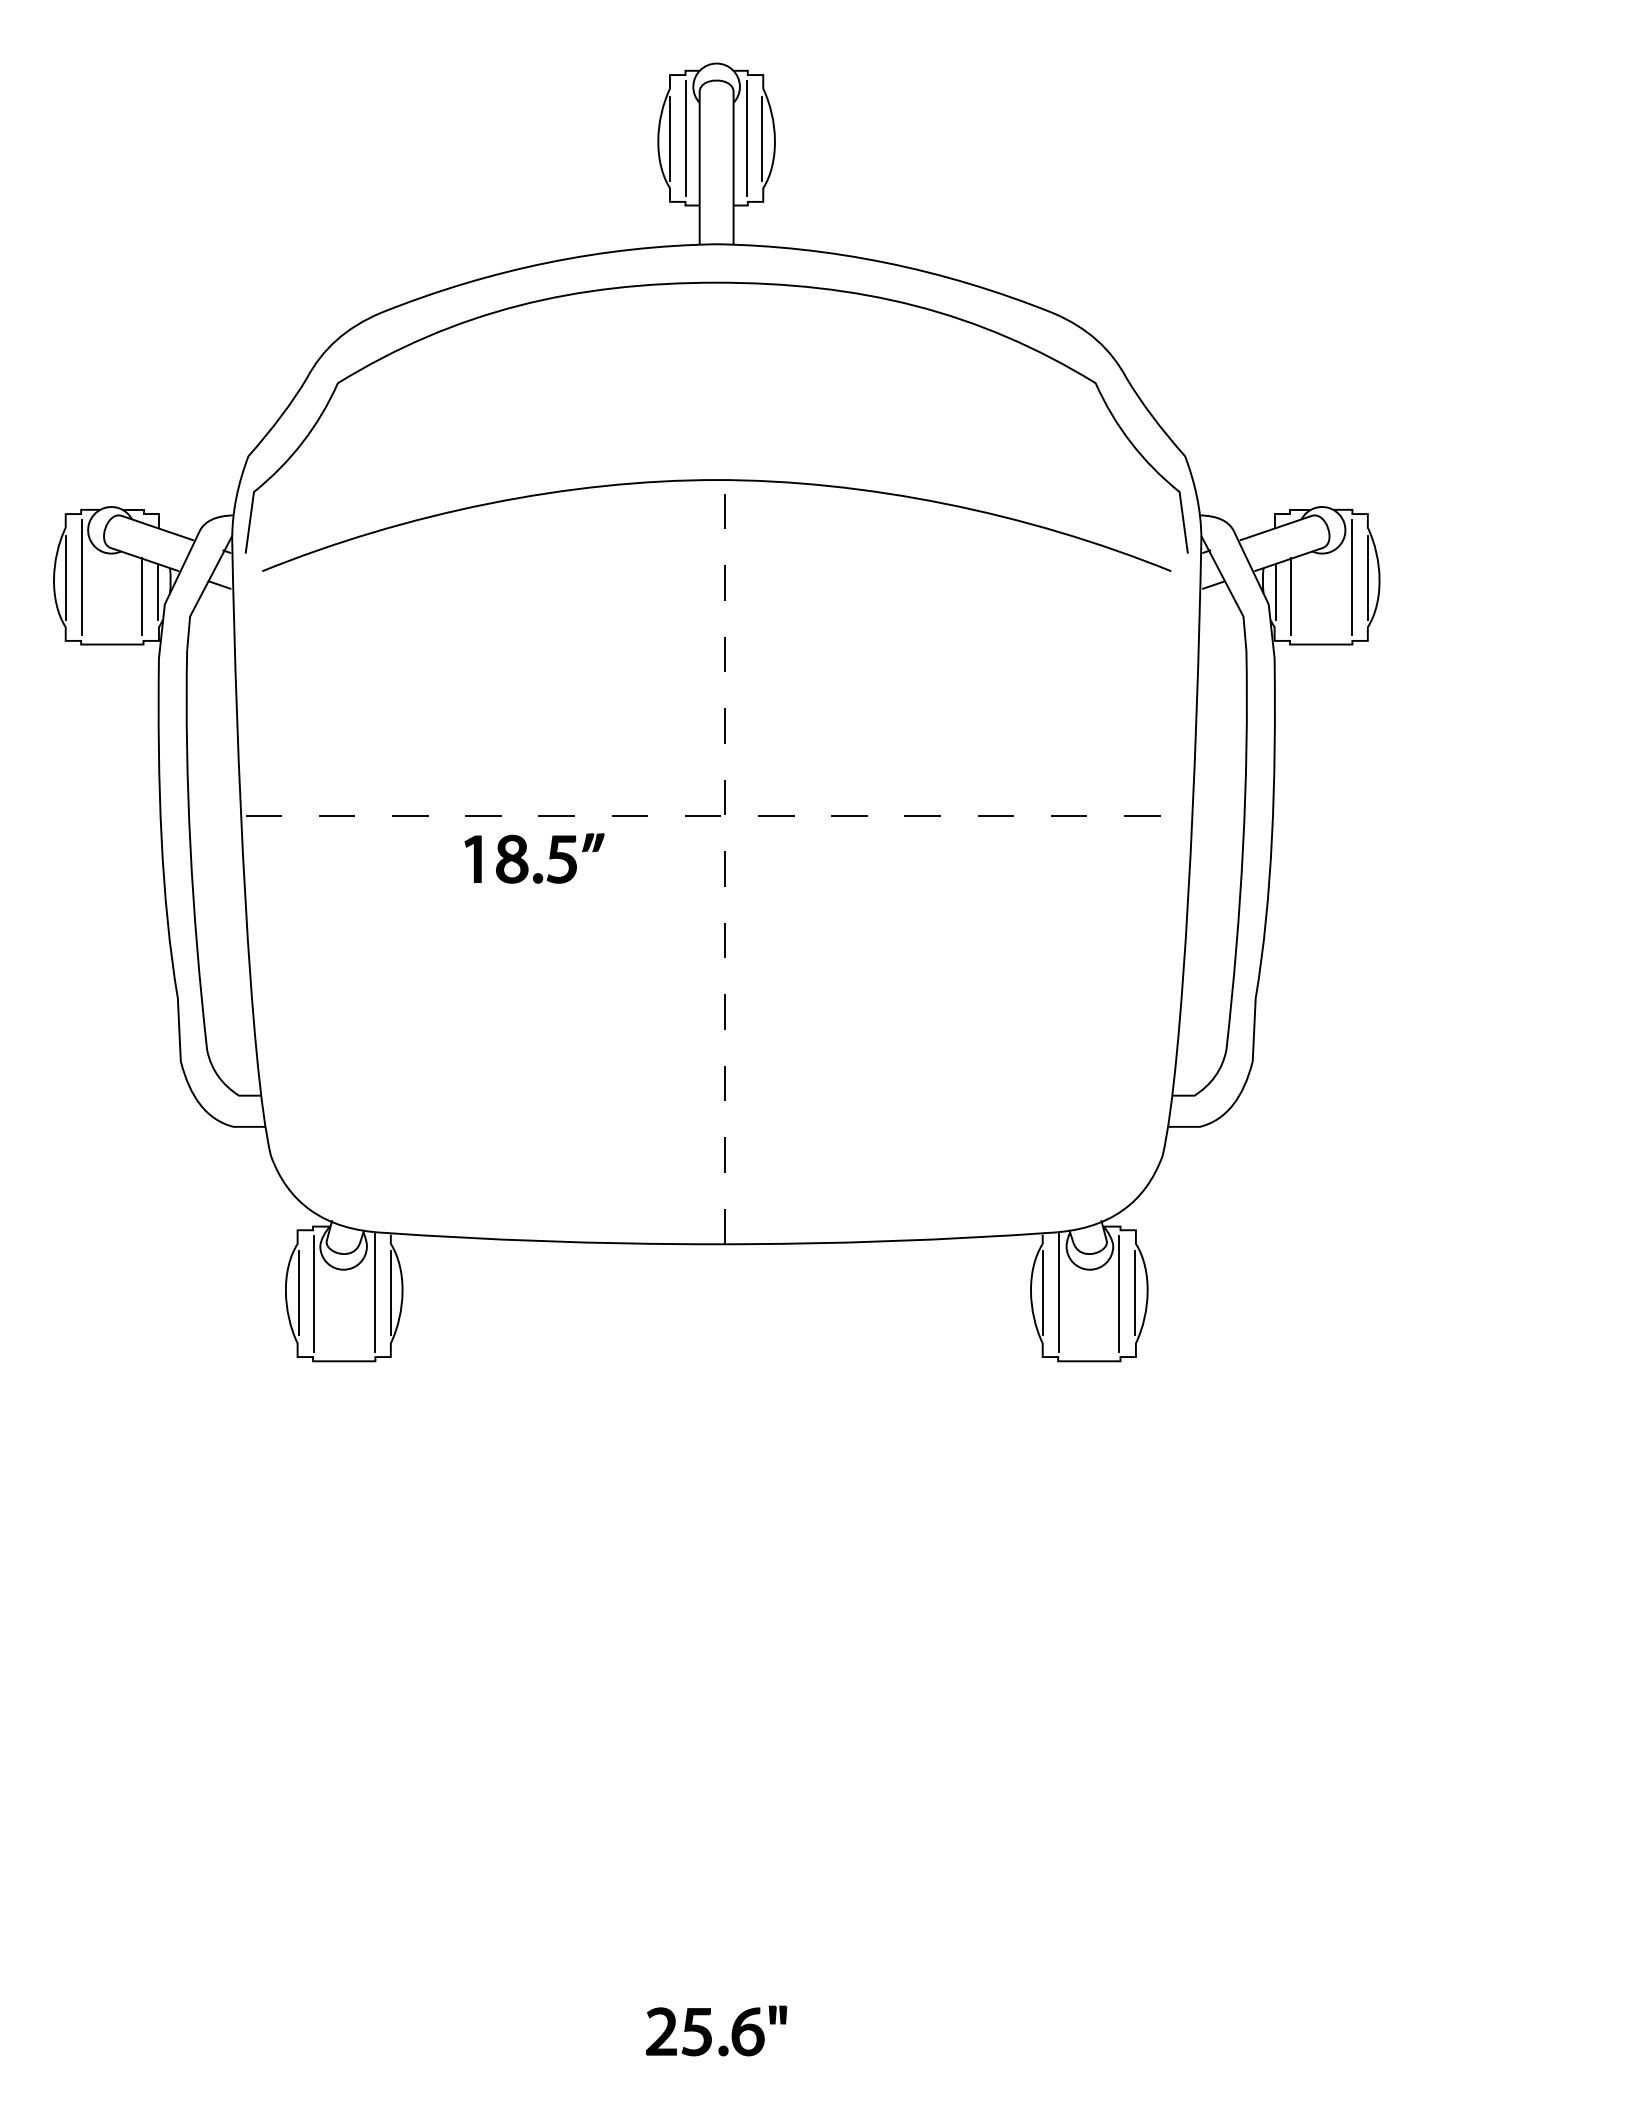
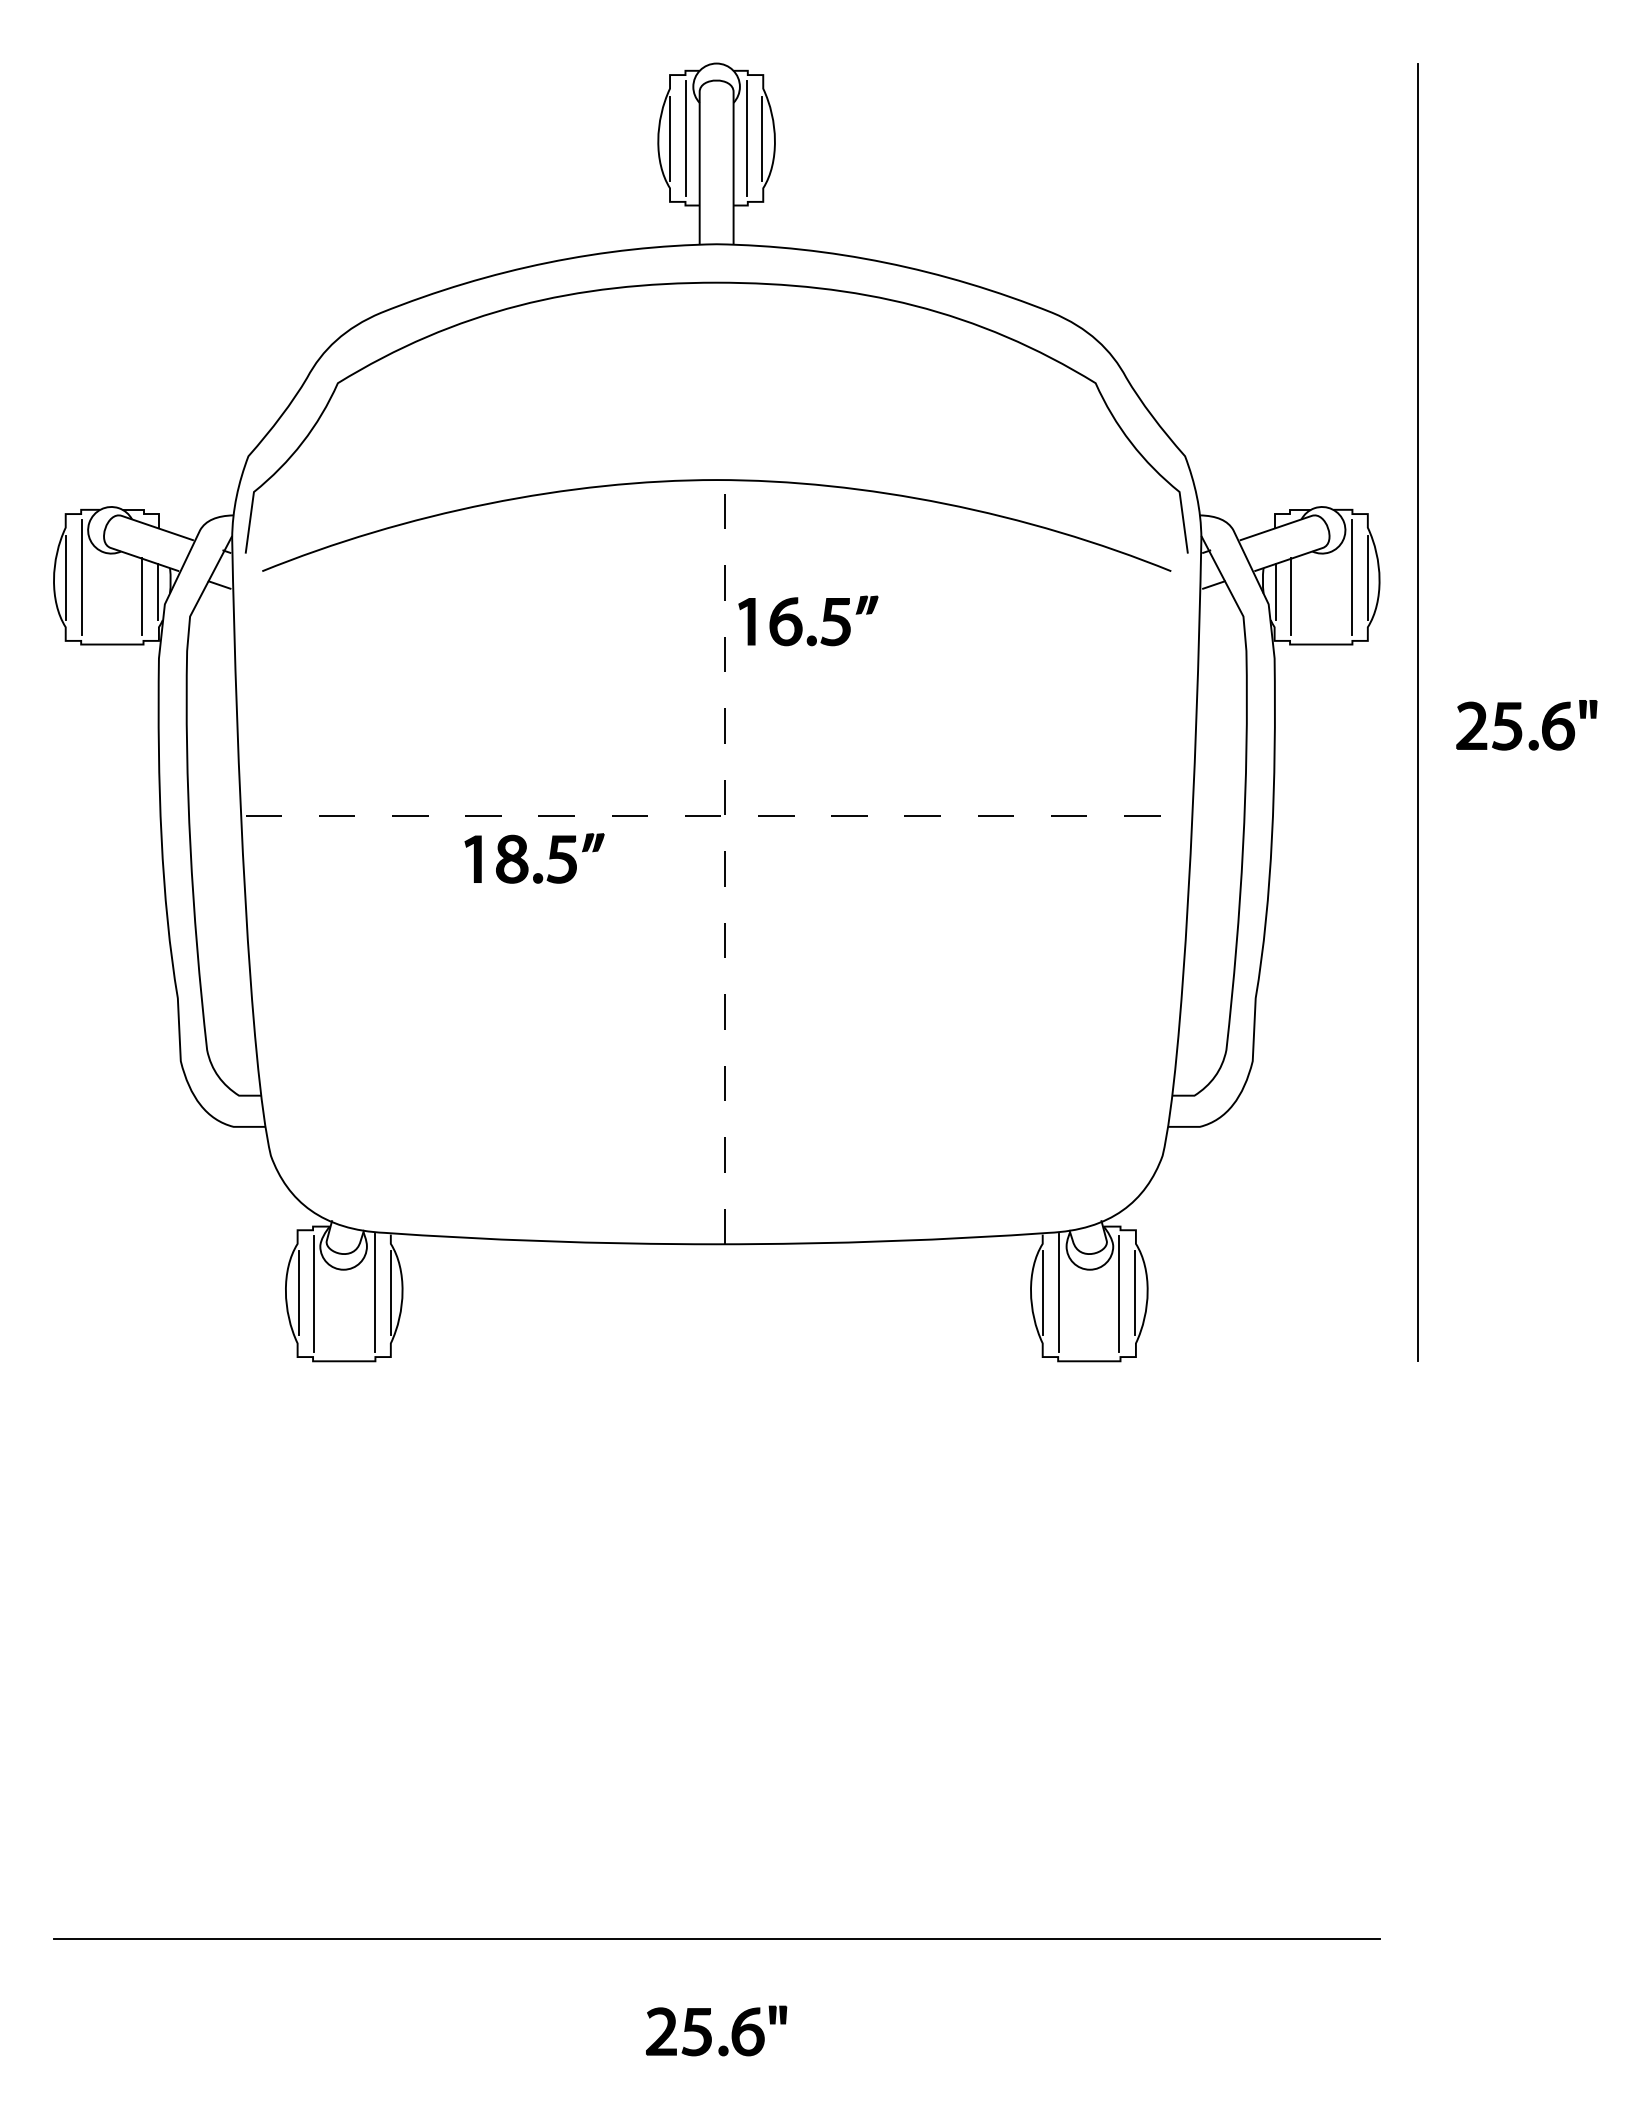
part at (802, 624): none -> present
line at (1418, 712): none -> present
part at (1526, 725): none -> present
line at (716, 1938): none -> present
